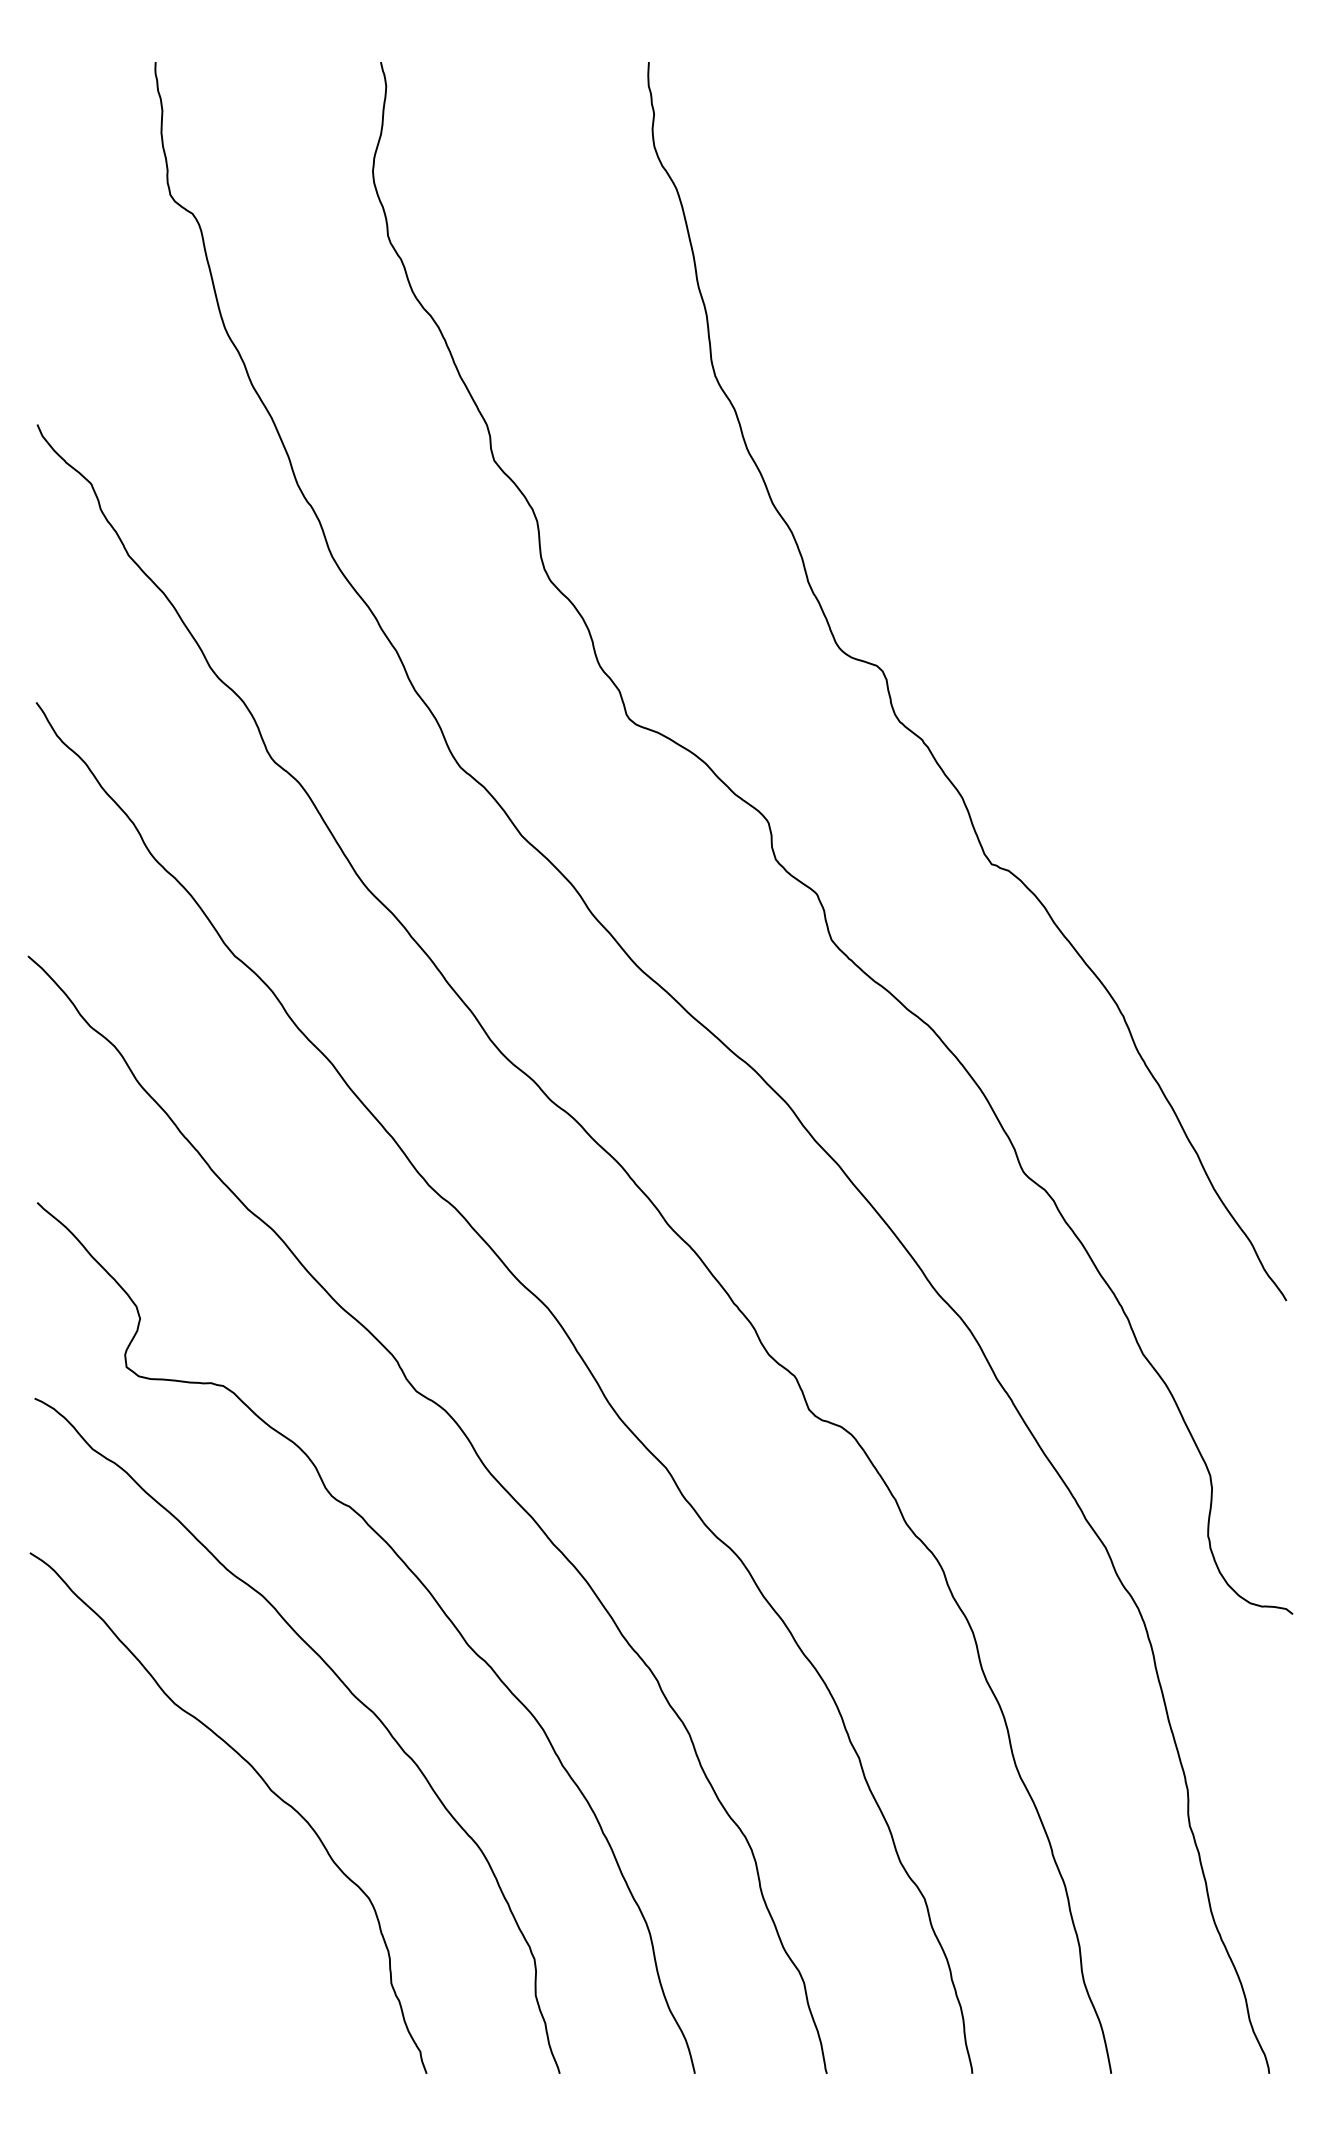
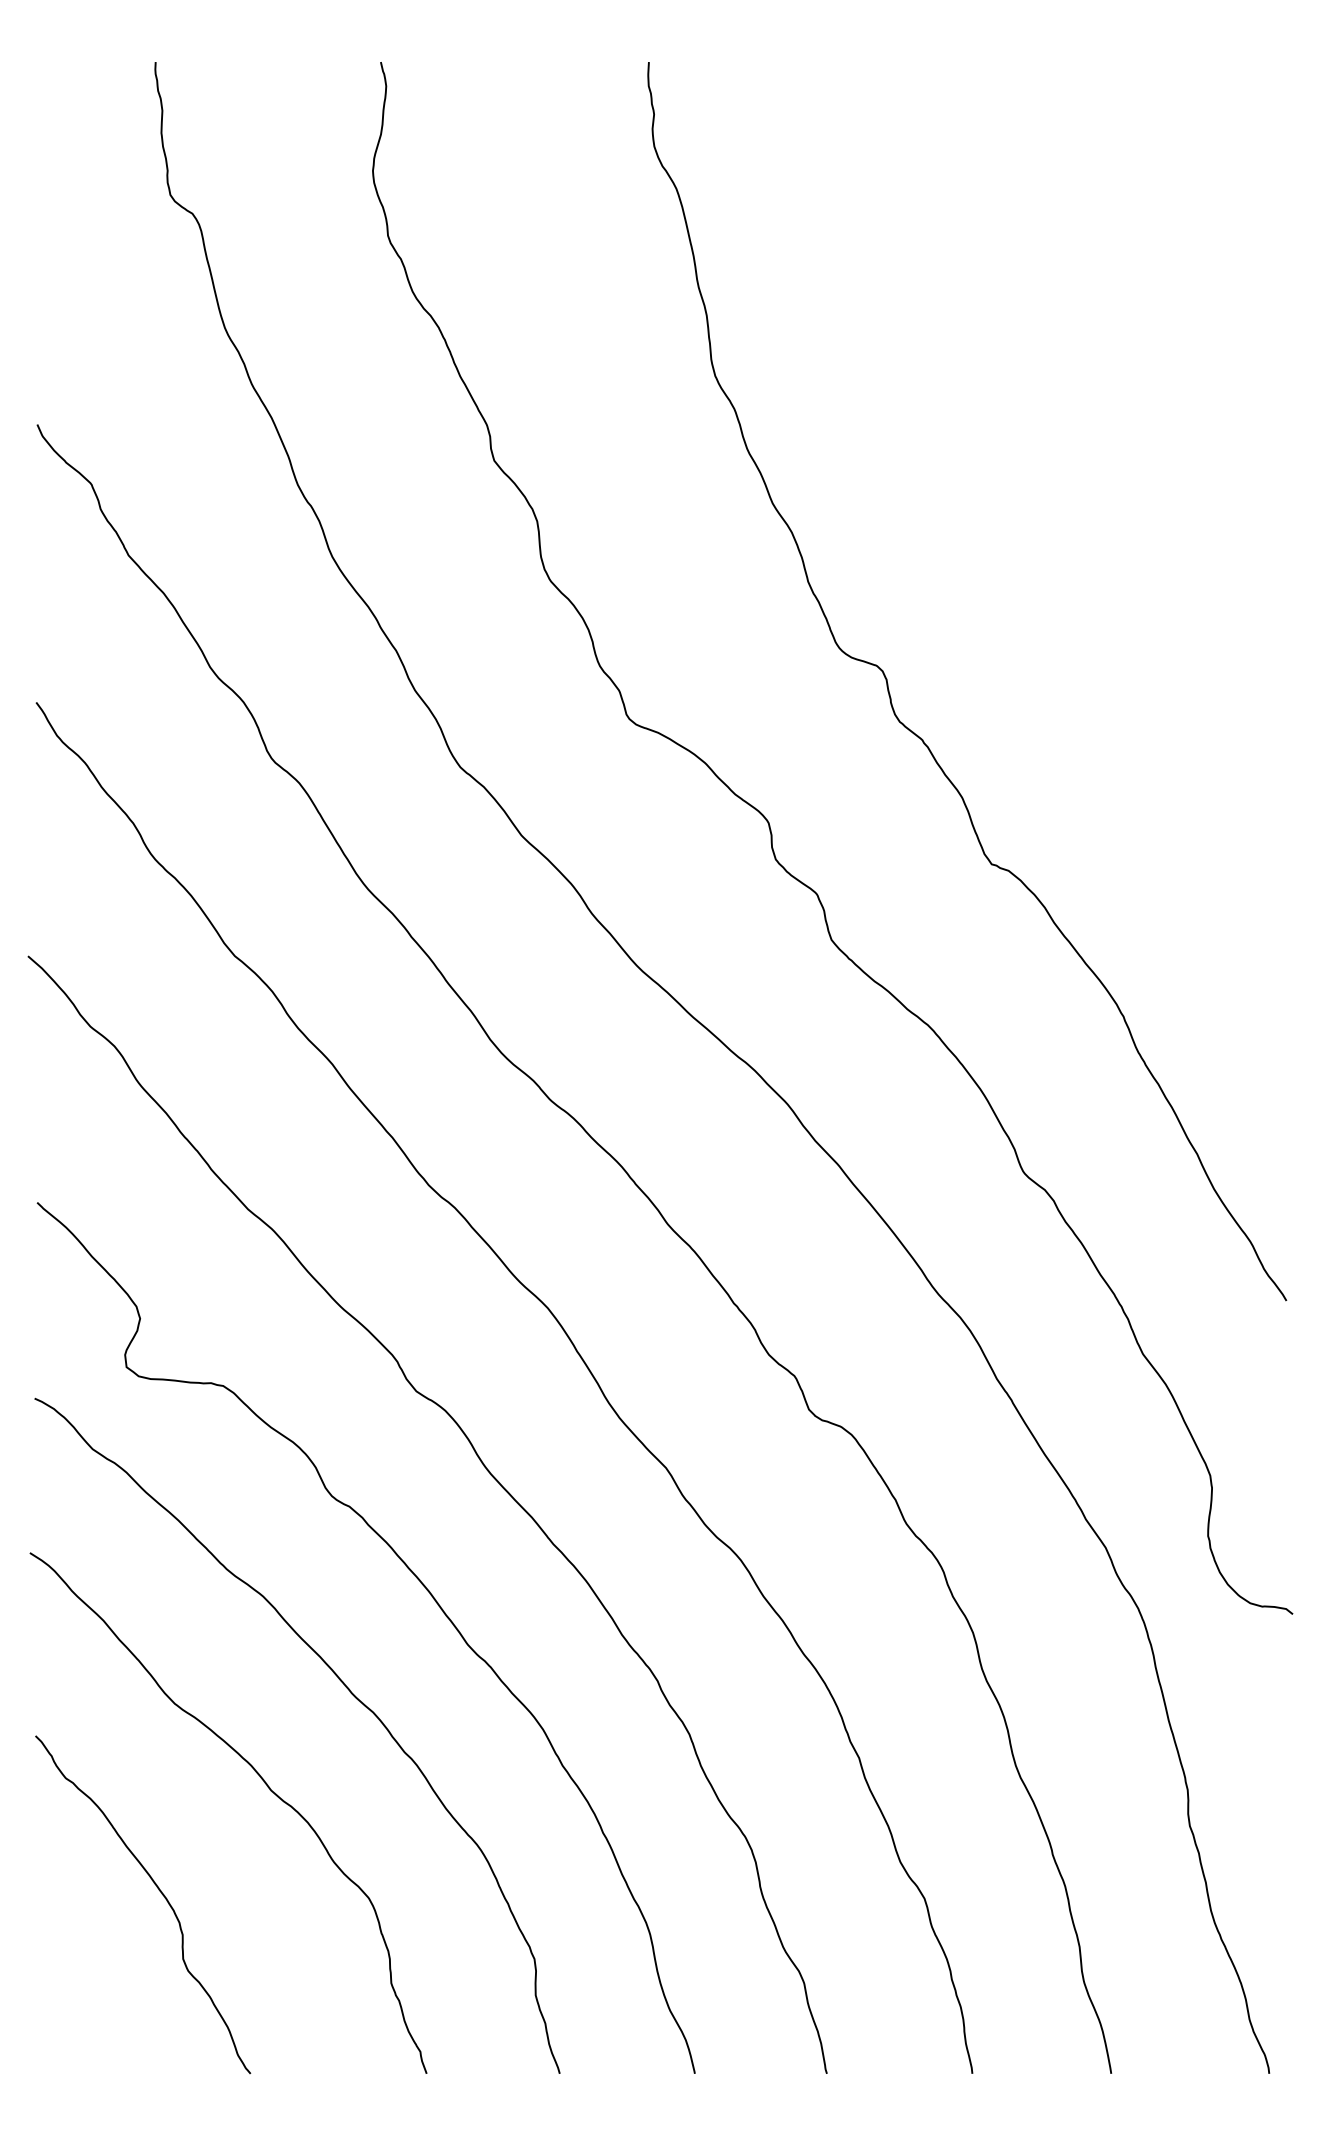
curve at (158, 1890): none -> present
